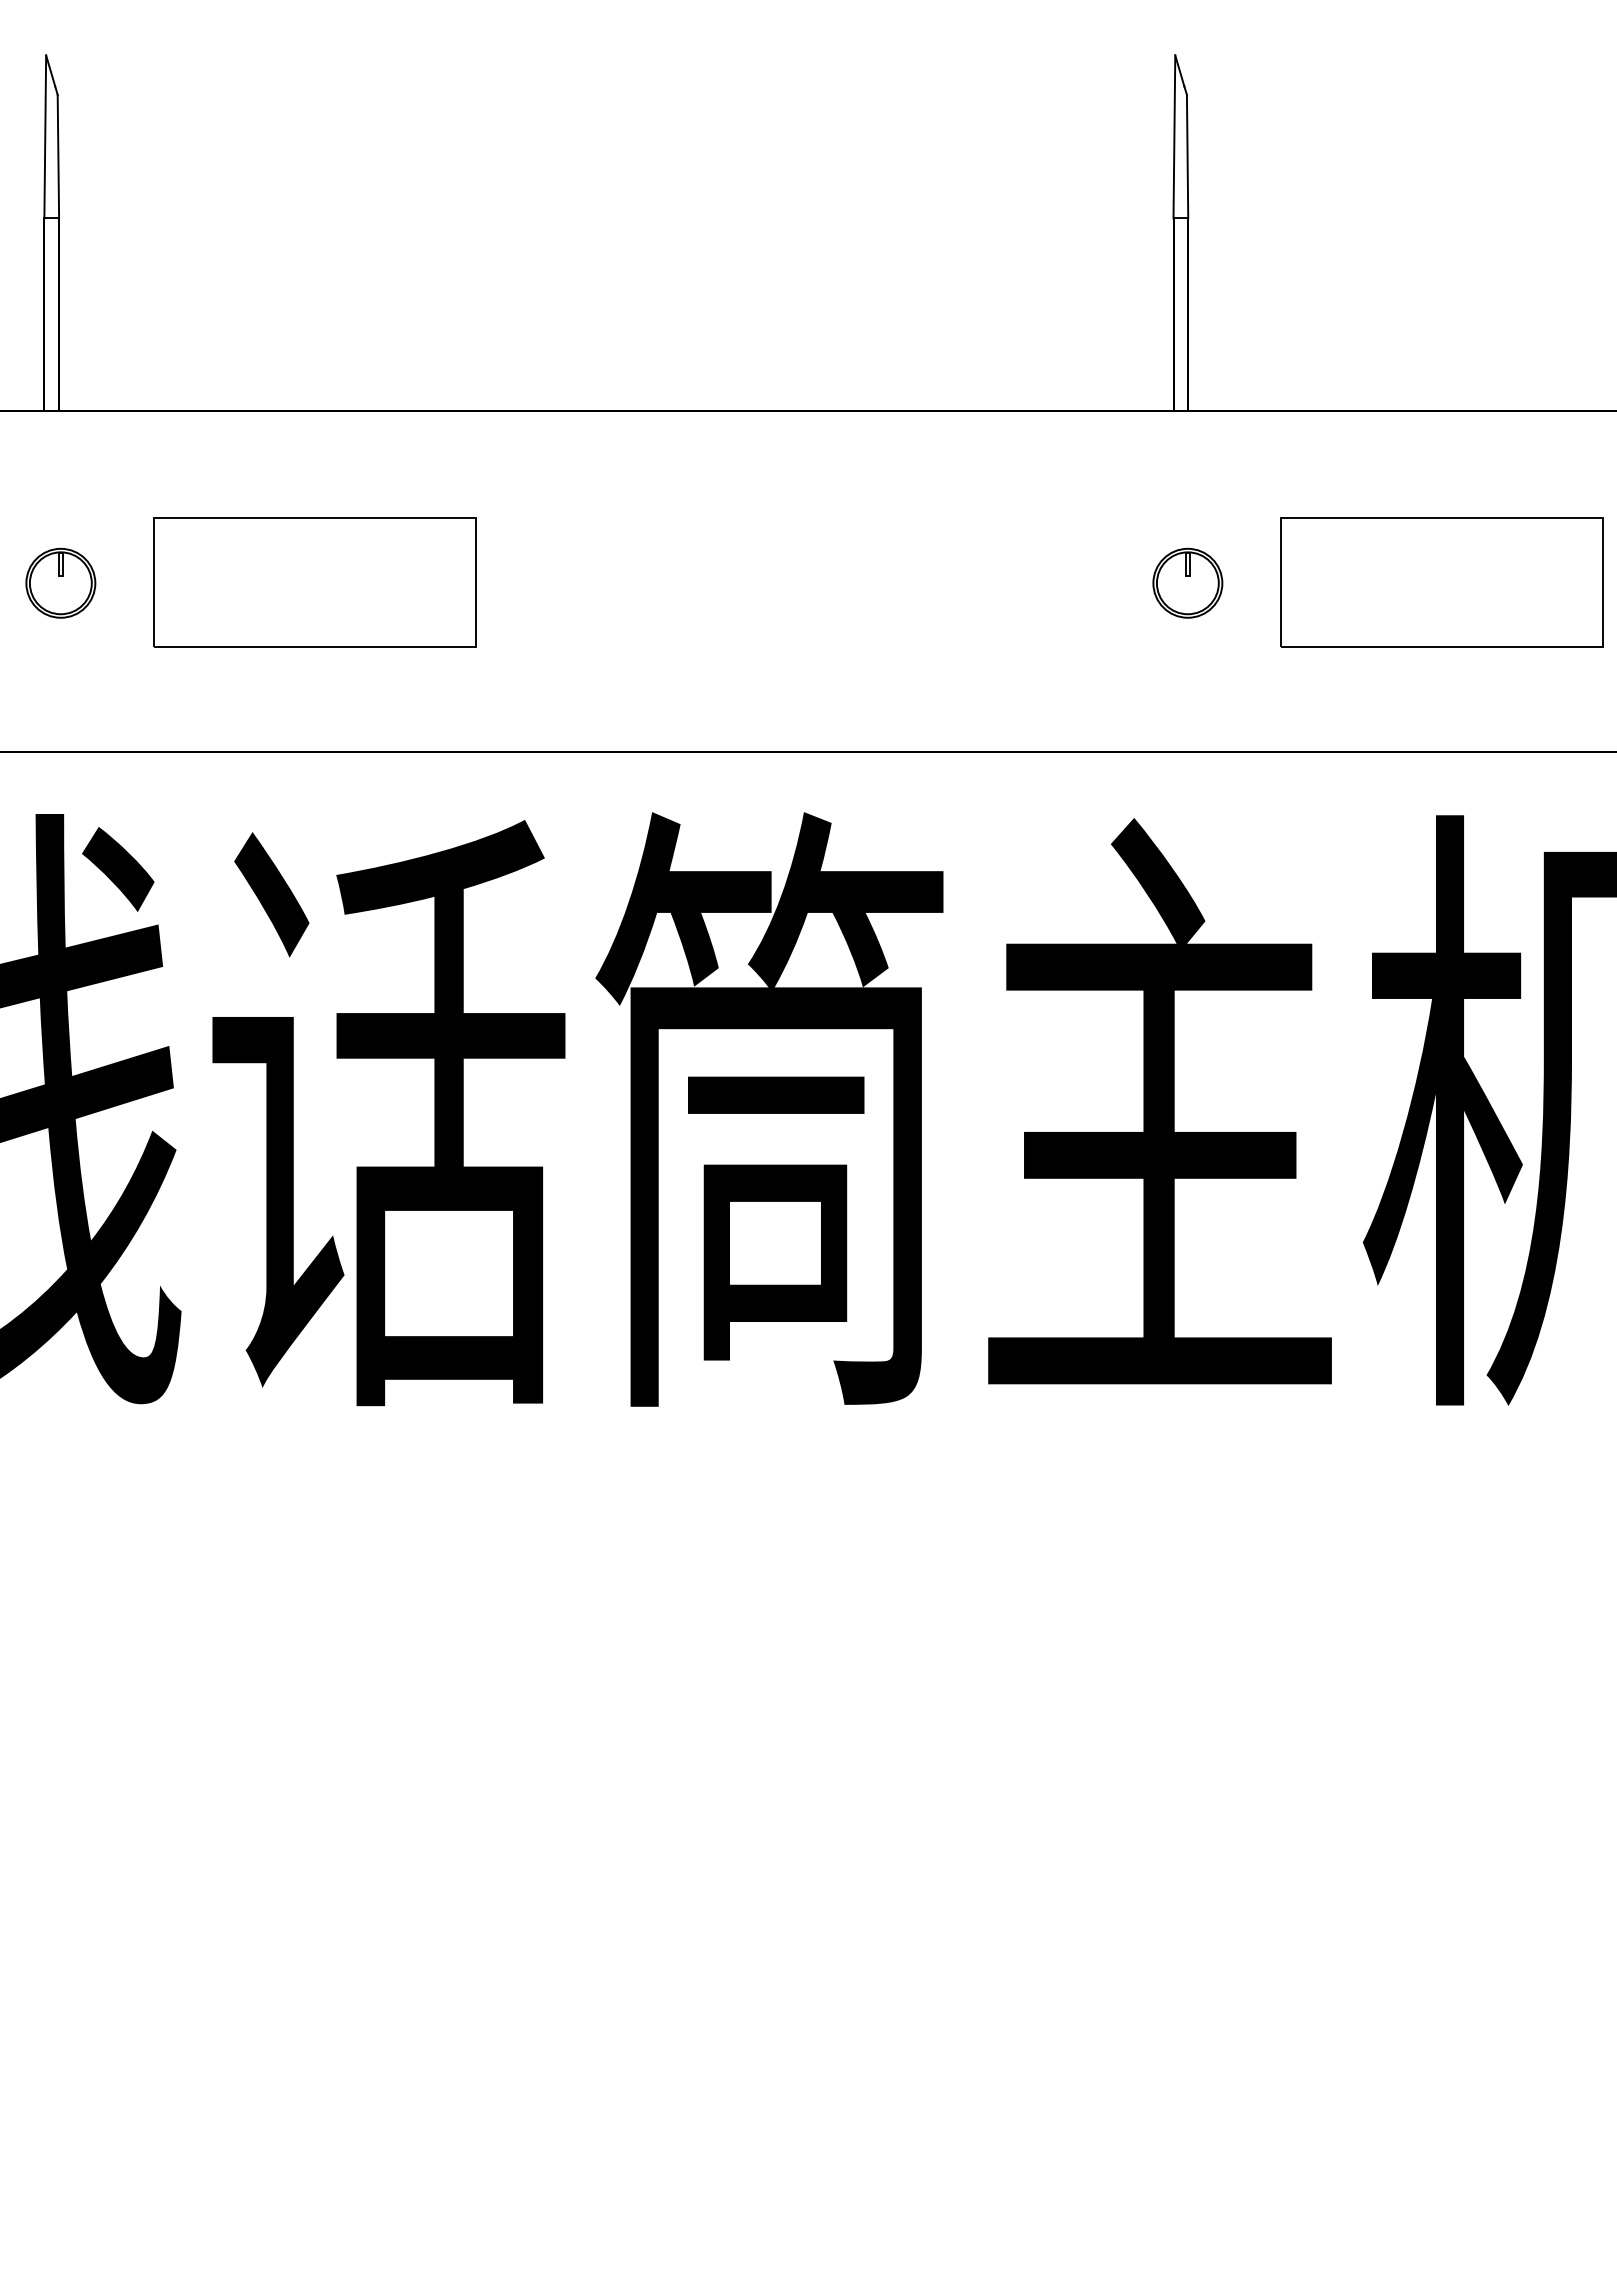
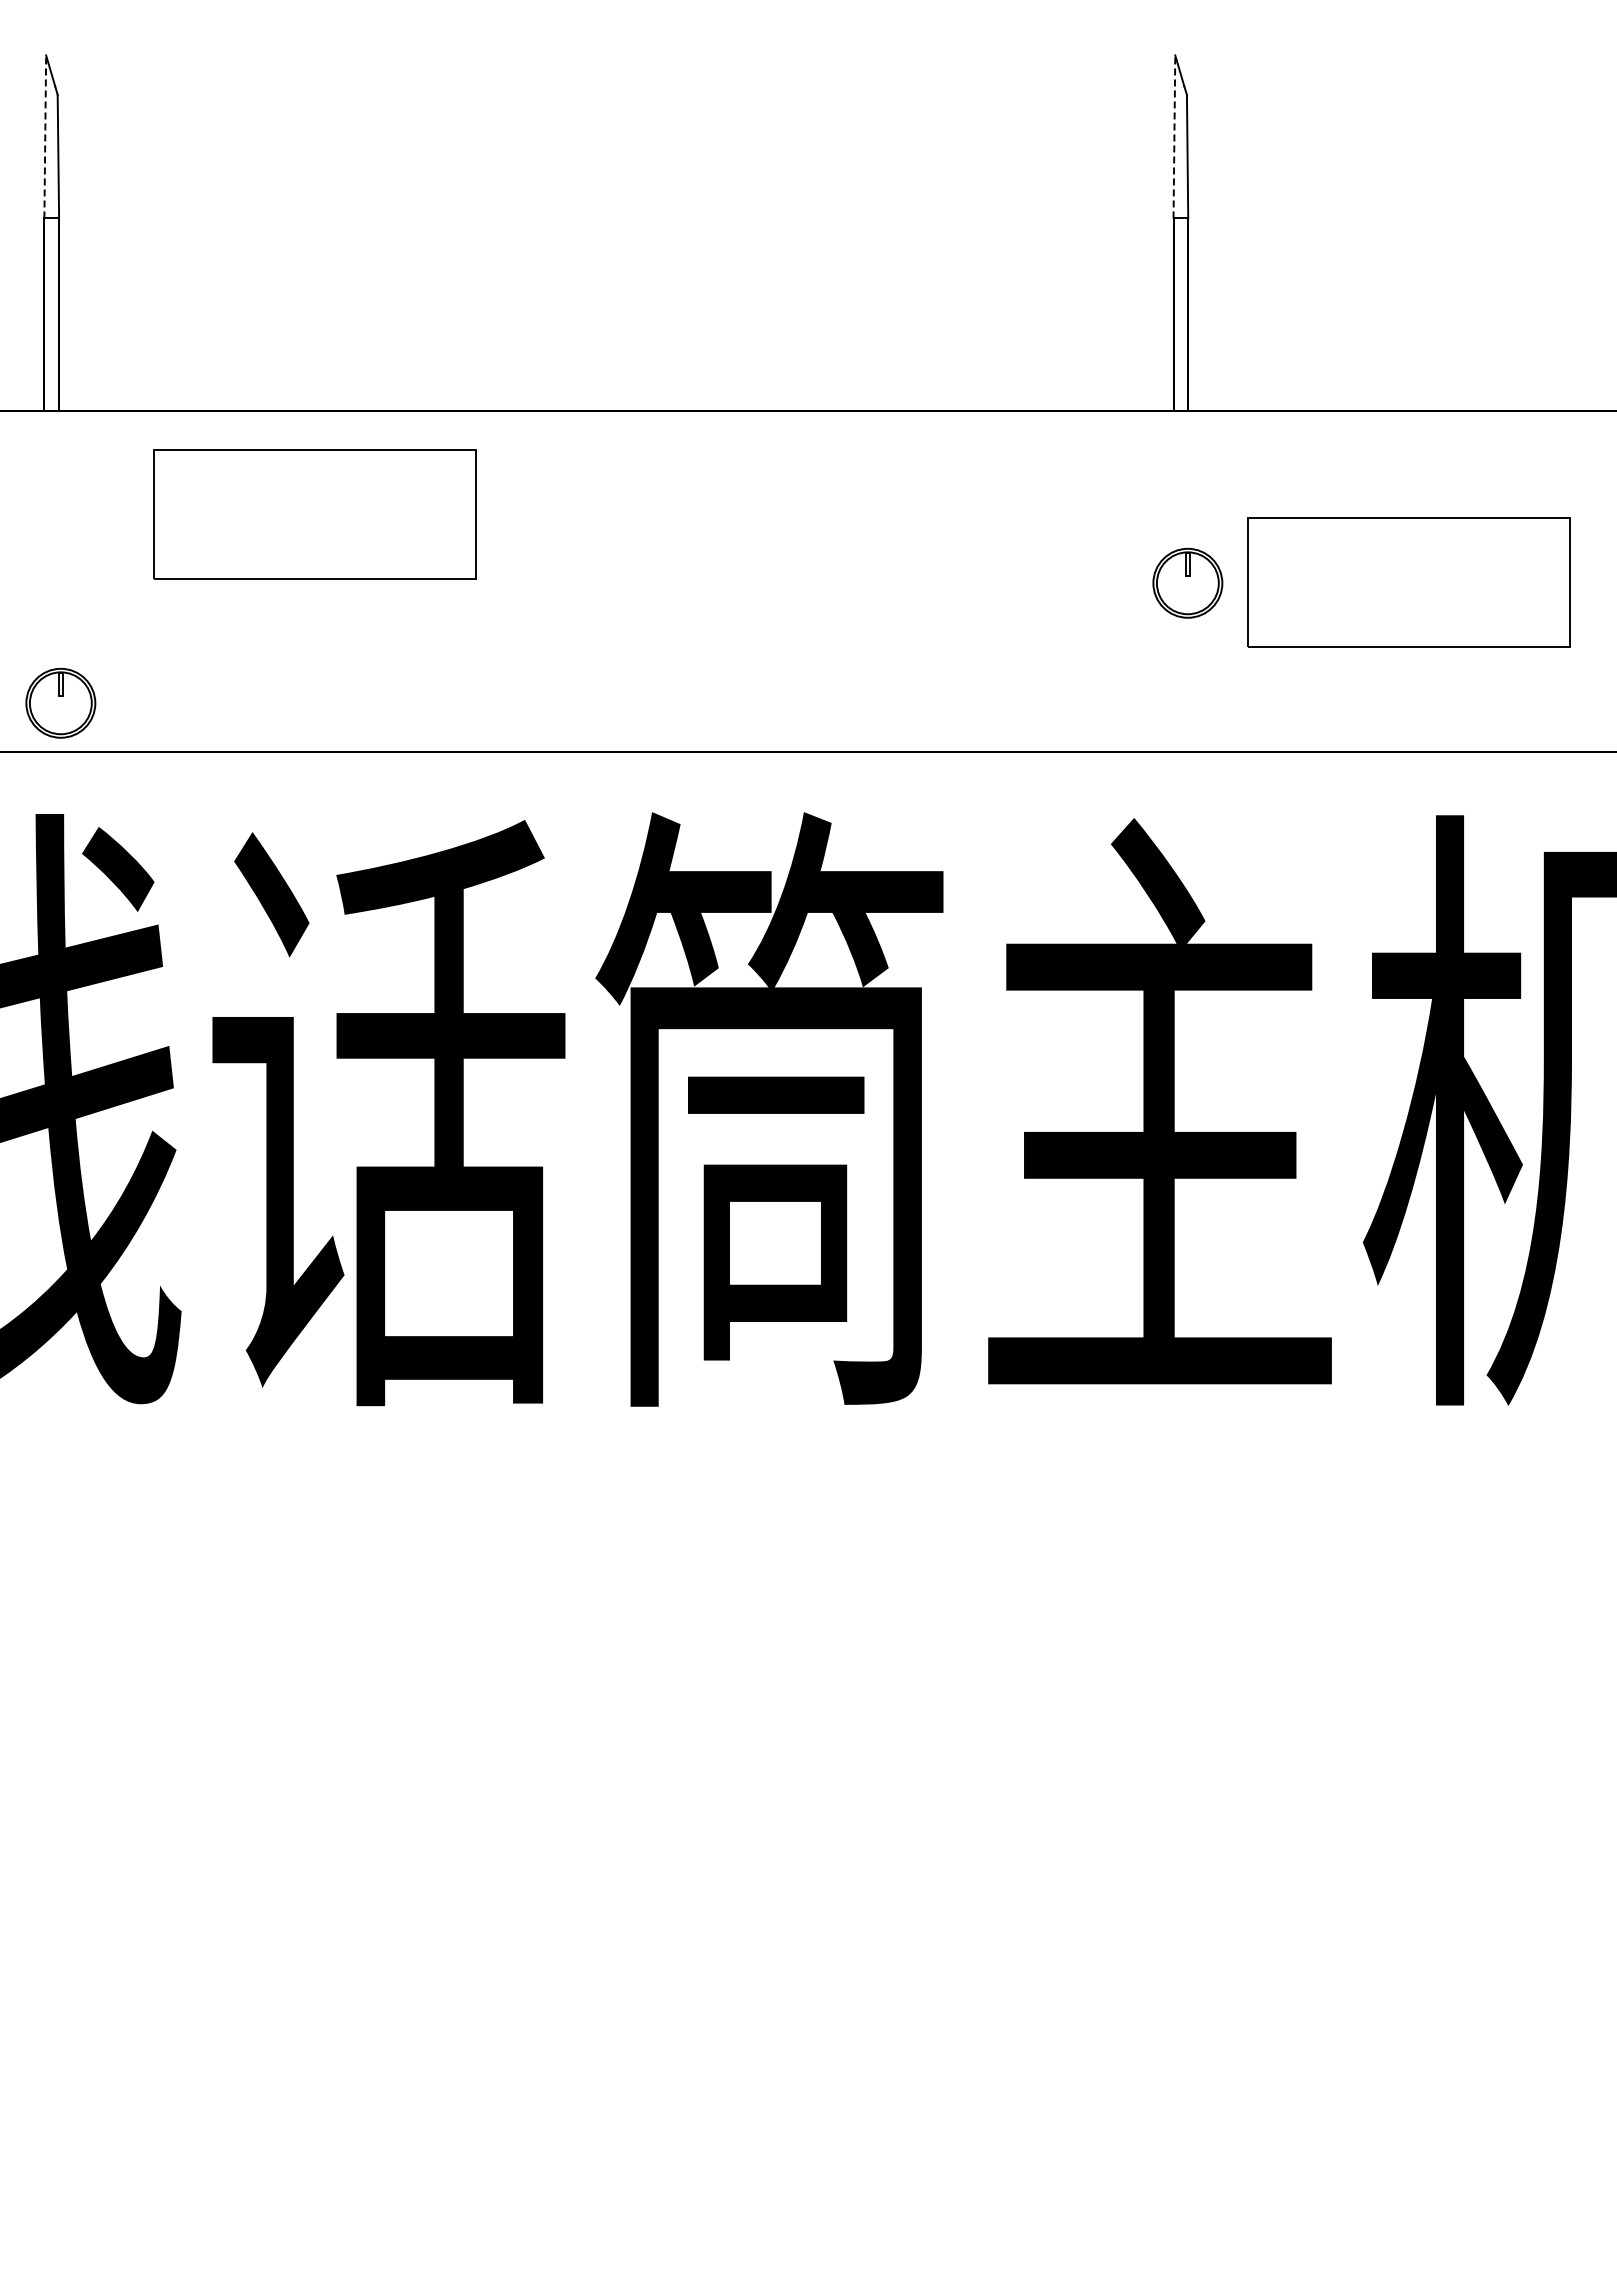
line at (45, 136): solid -> dashed
line at (1174, 136): solid -> dashed
part at (60, 582) position: (60, 582) -> (60, 702)
part at (314, 582) position: (314, 582) -> (314, 514)
part at (1441, 582) position: (1441, 582) -> (1408, 582)
